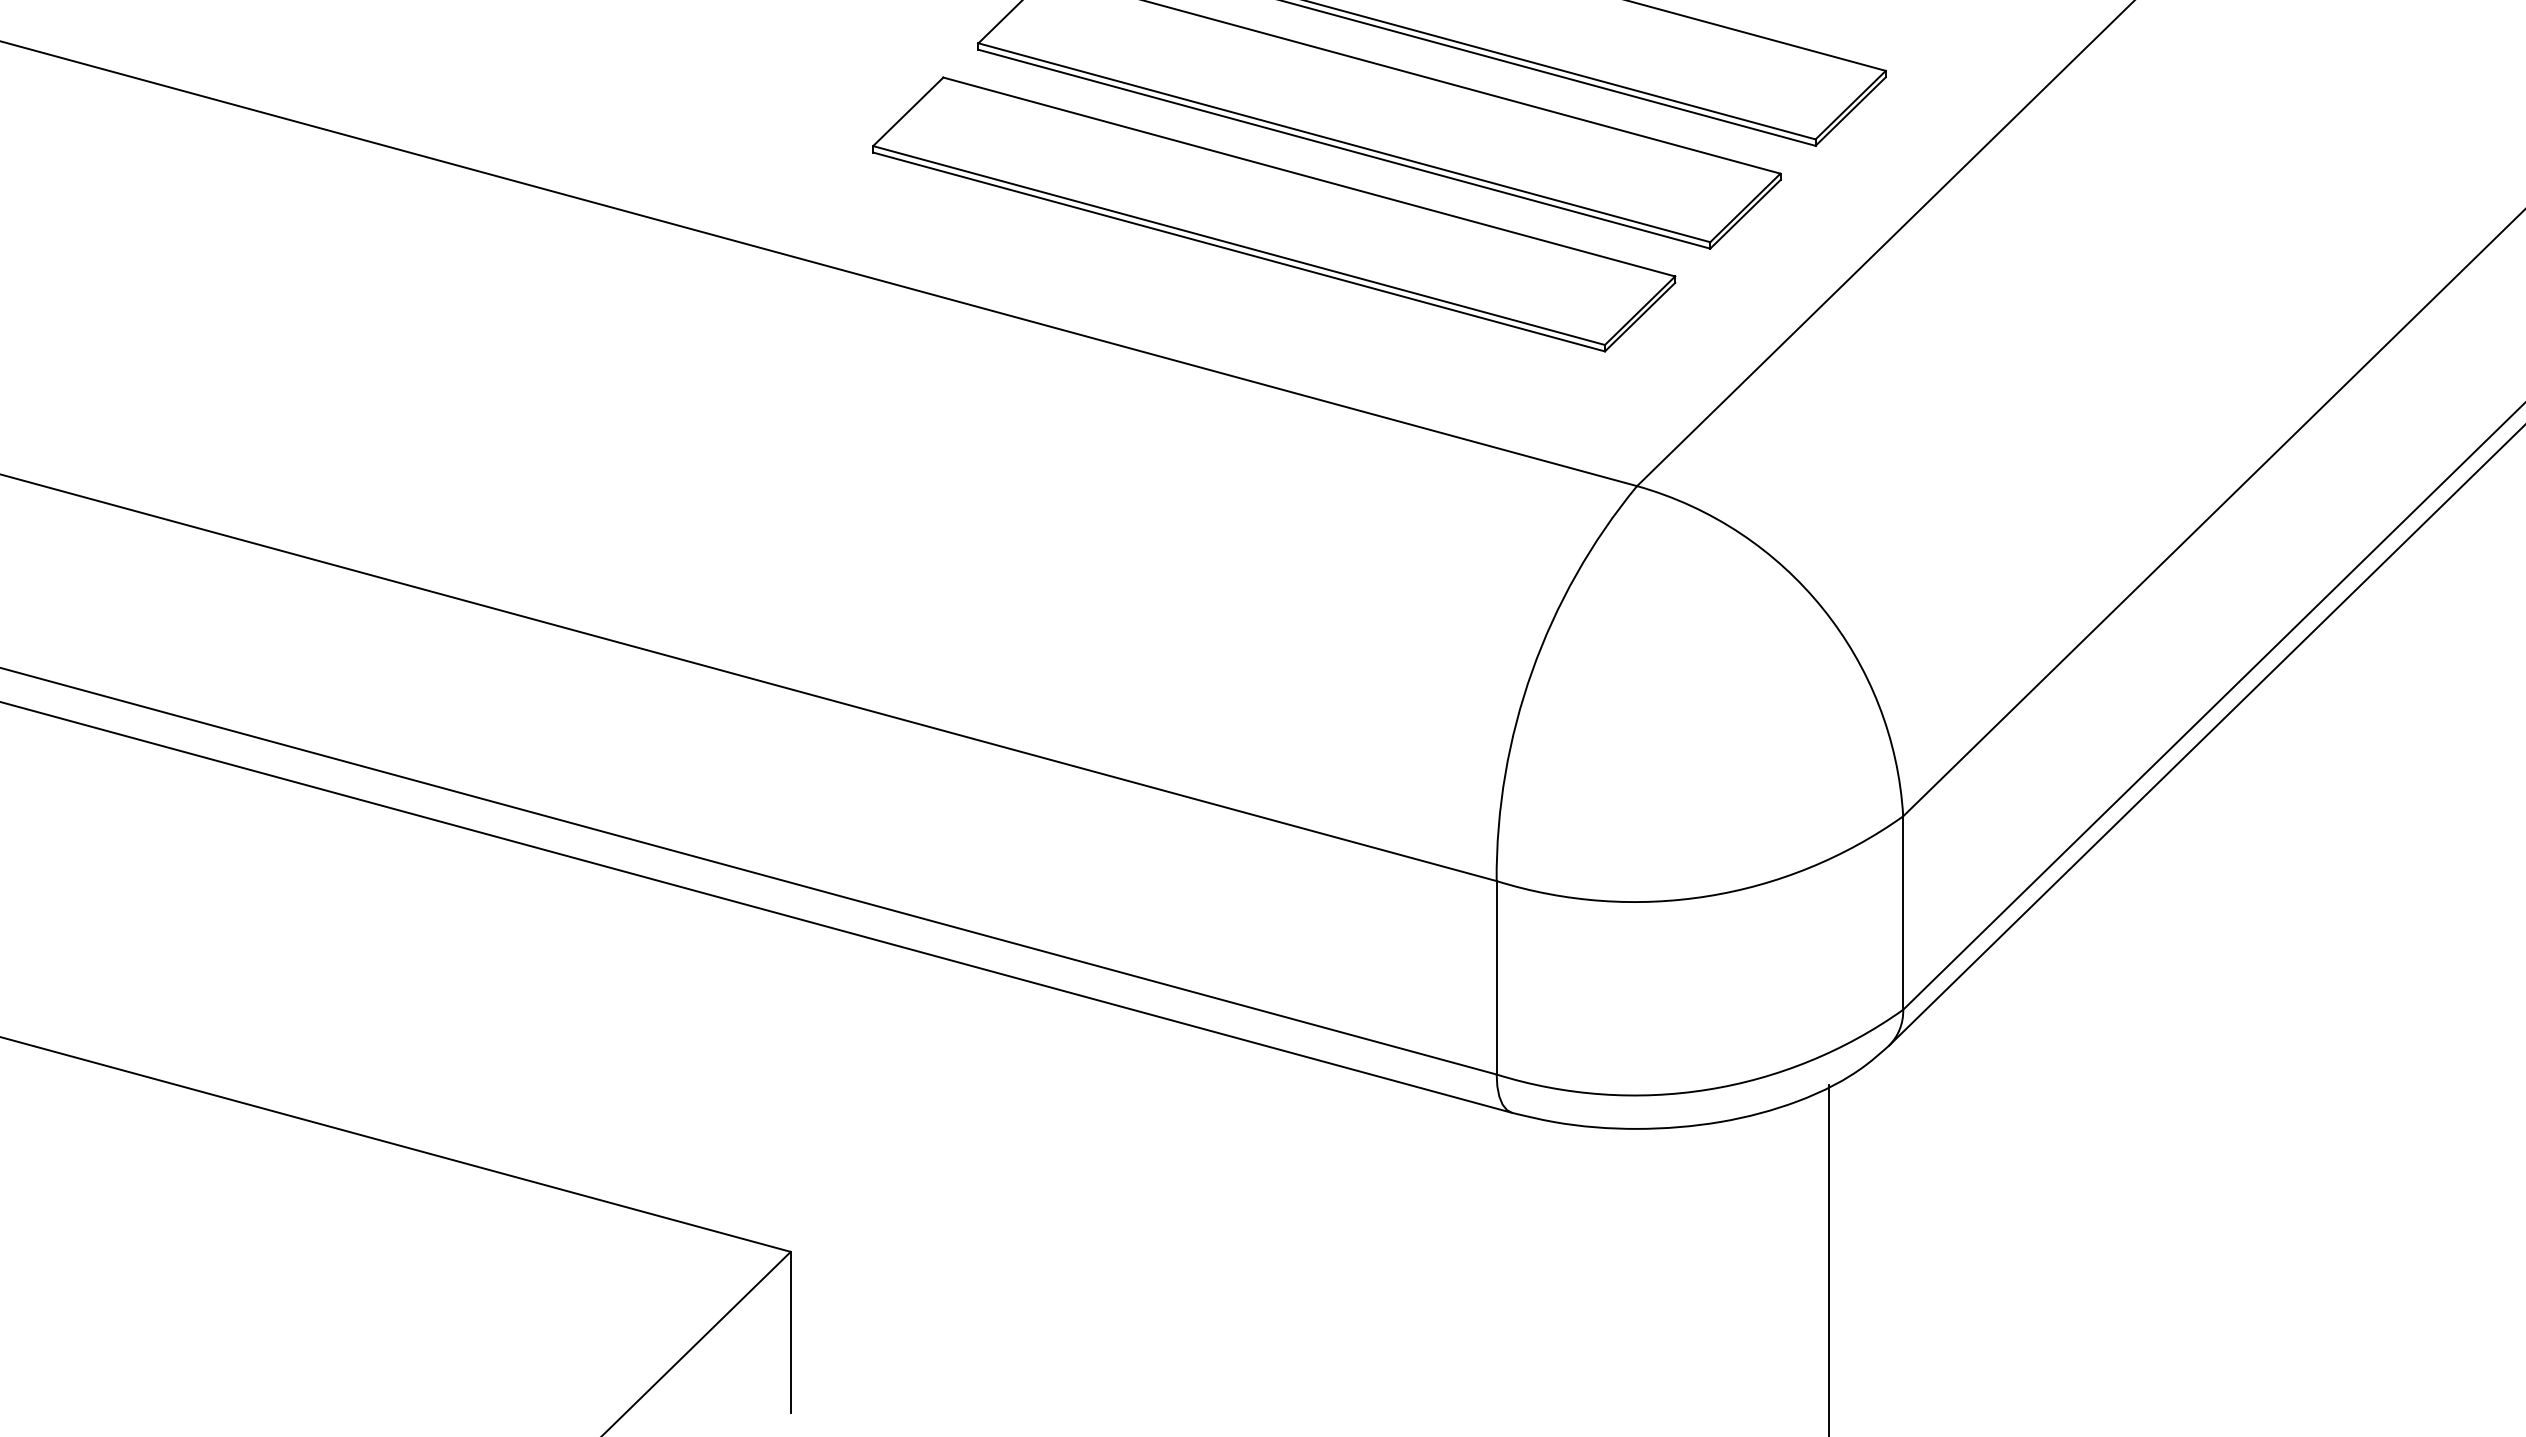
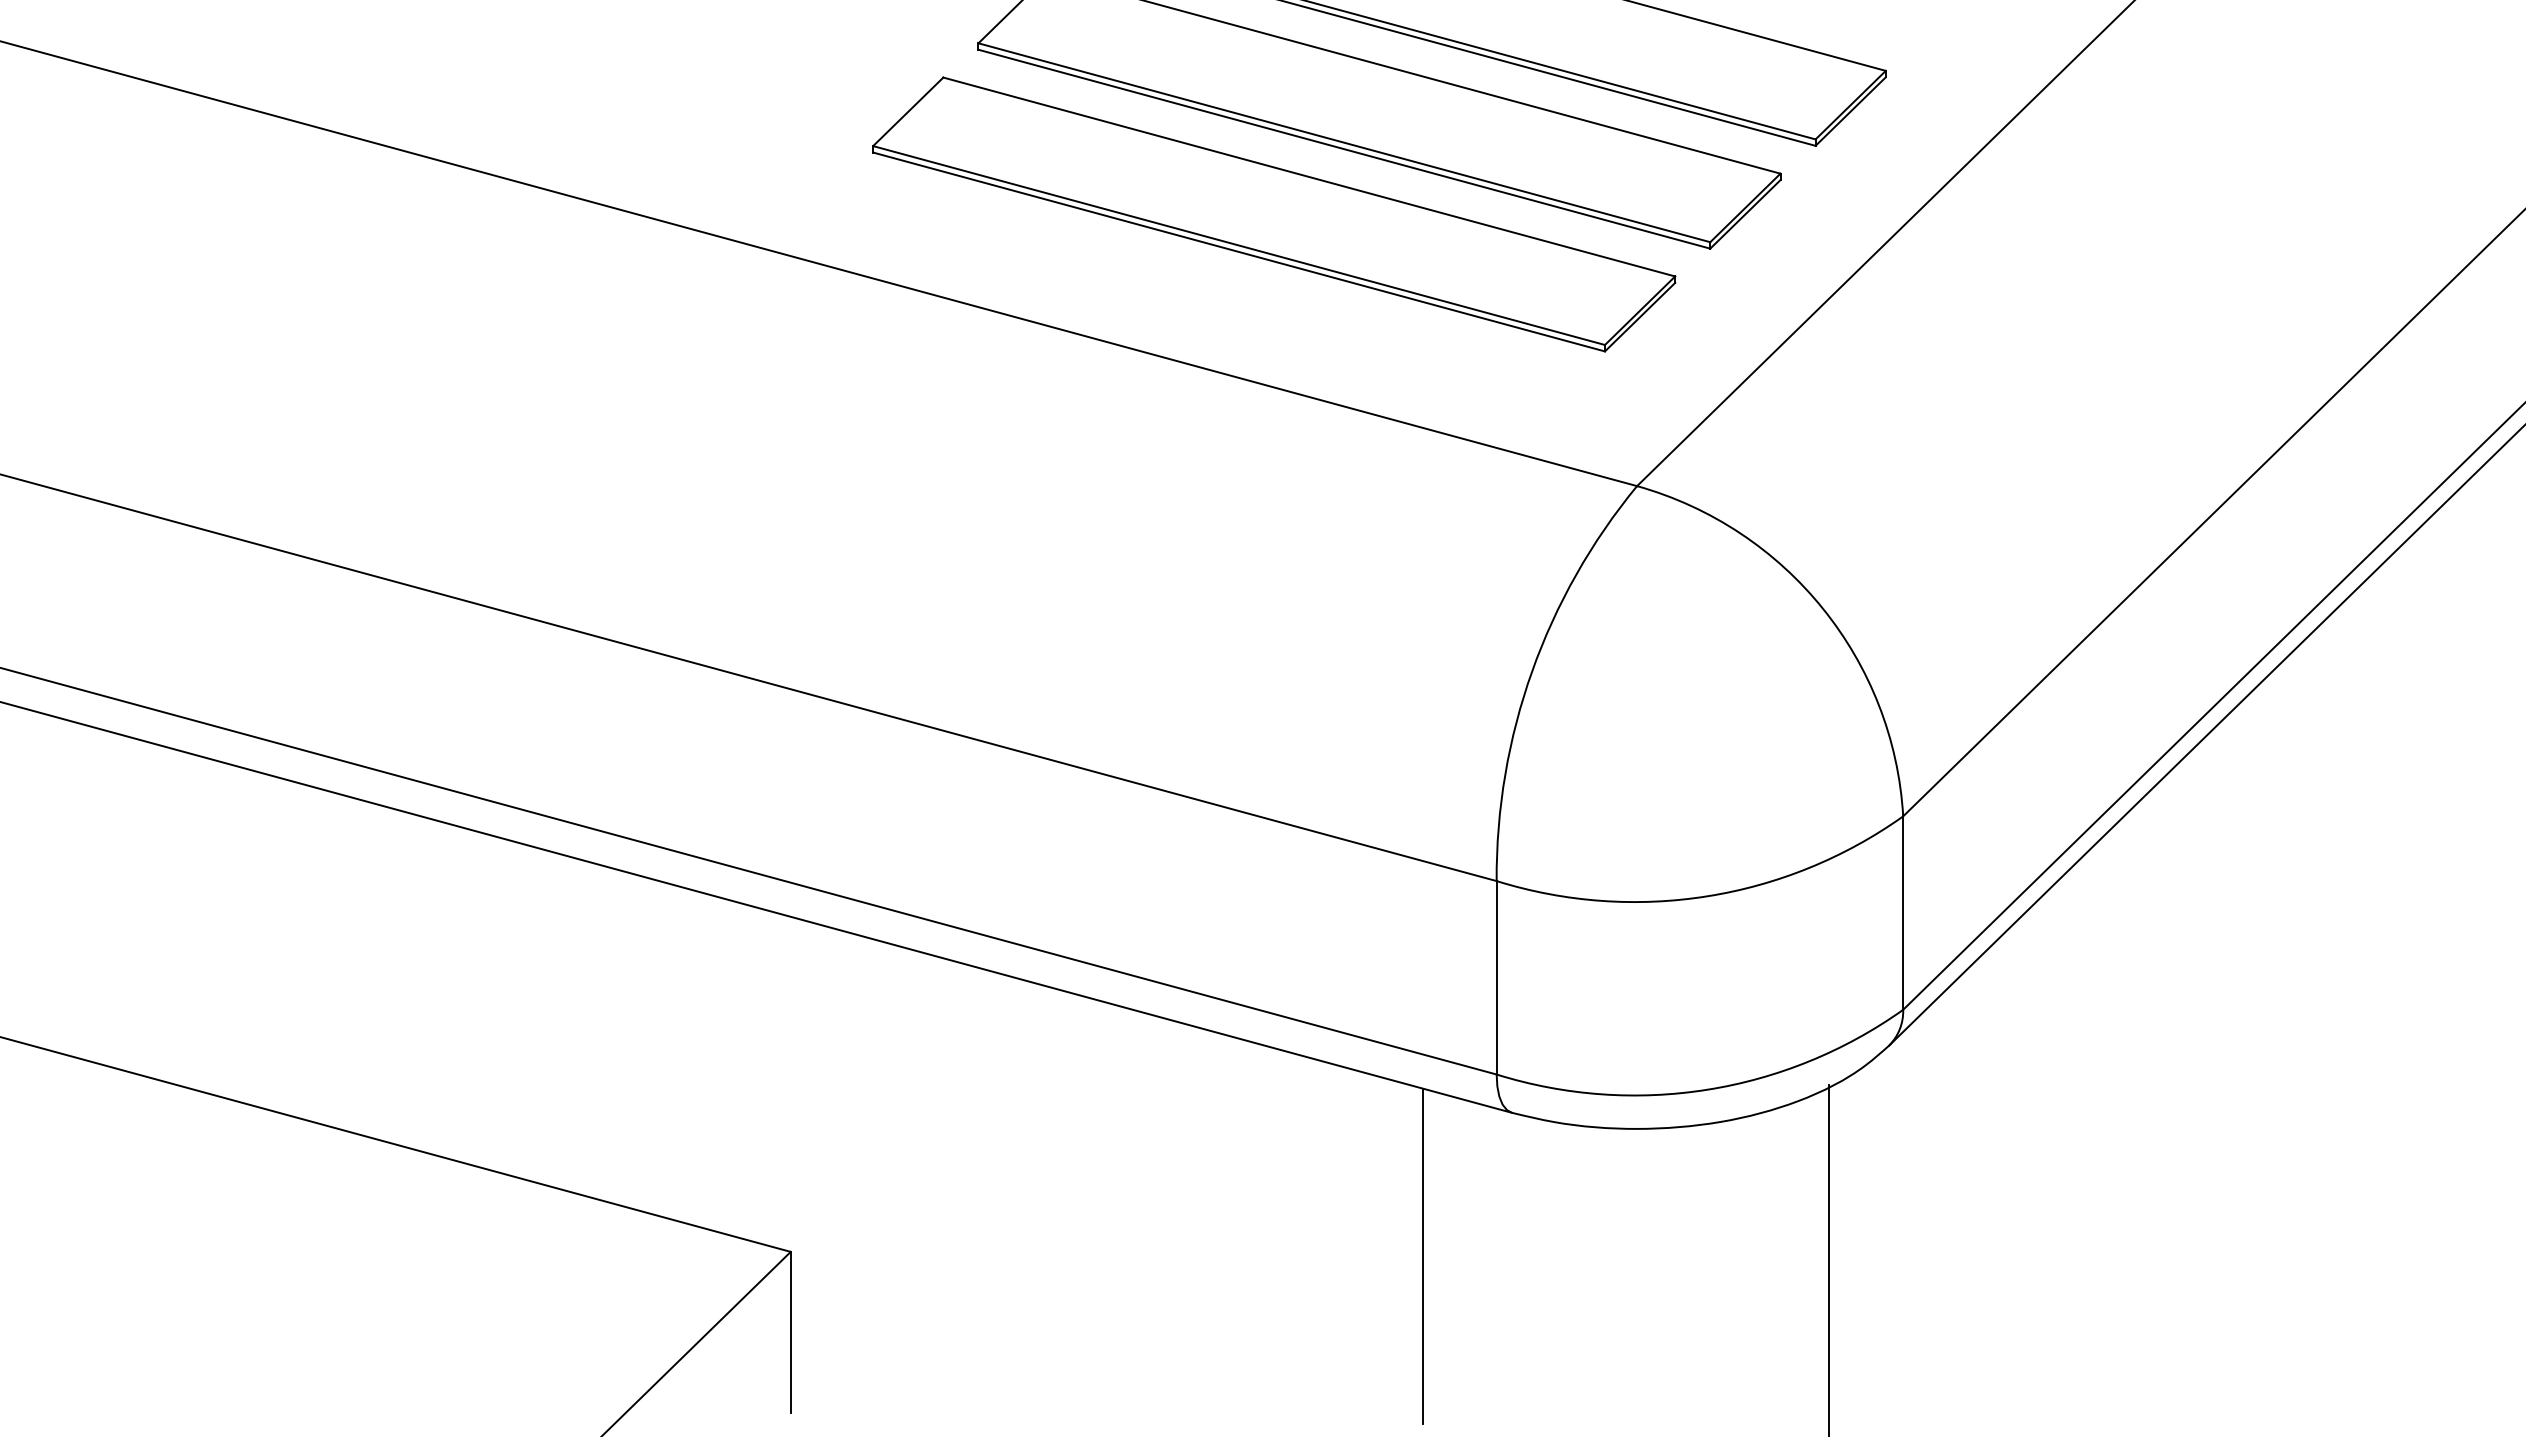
line at (1422, 1255): none -> present
